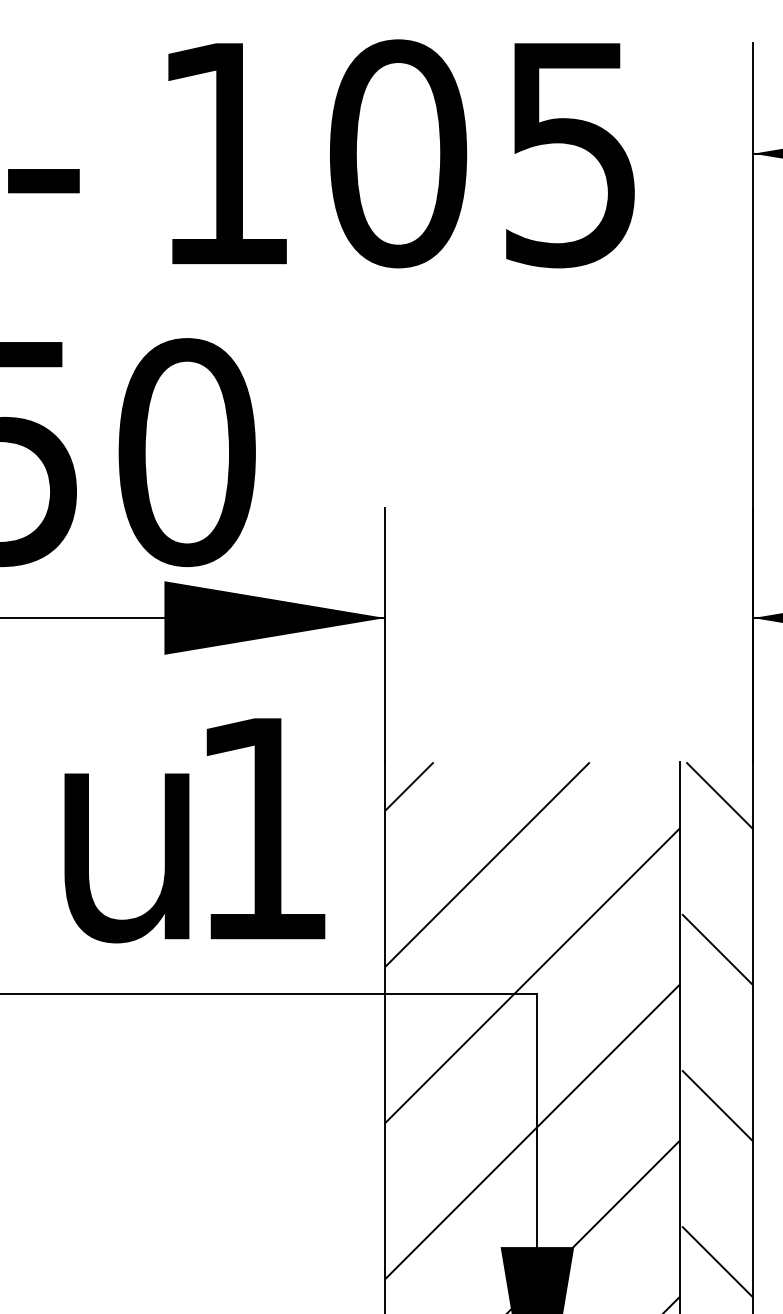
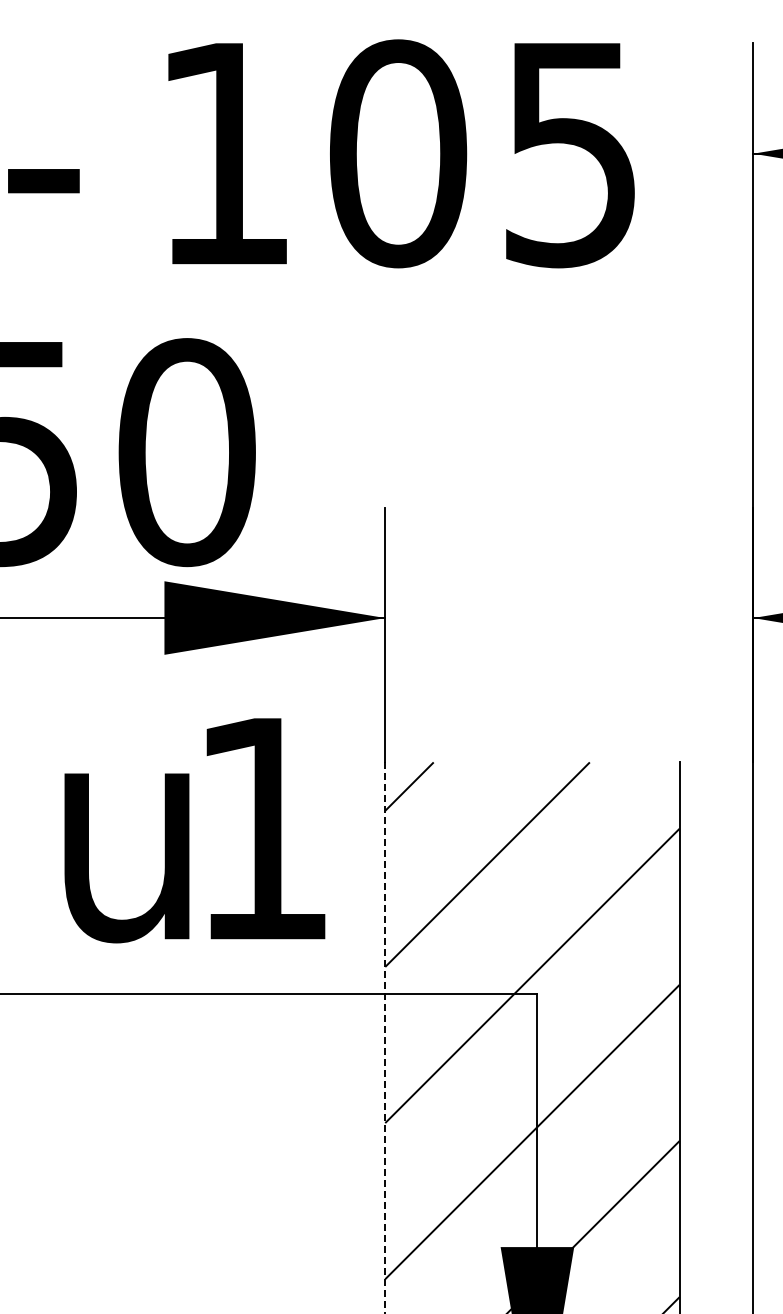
hatch at (717, 1029): present -> none
line at (385, 1038): solid -> dashed
